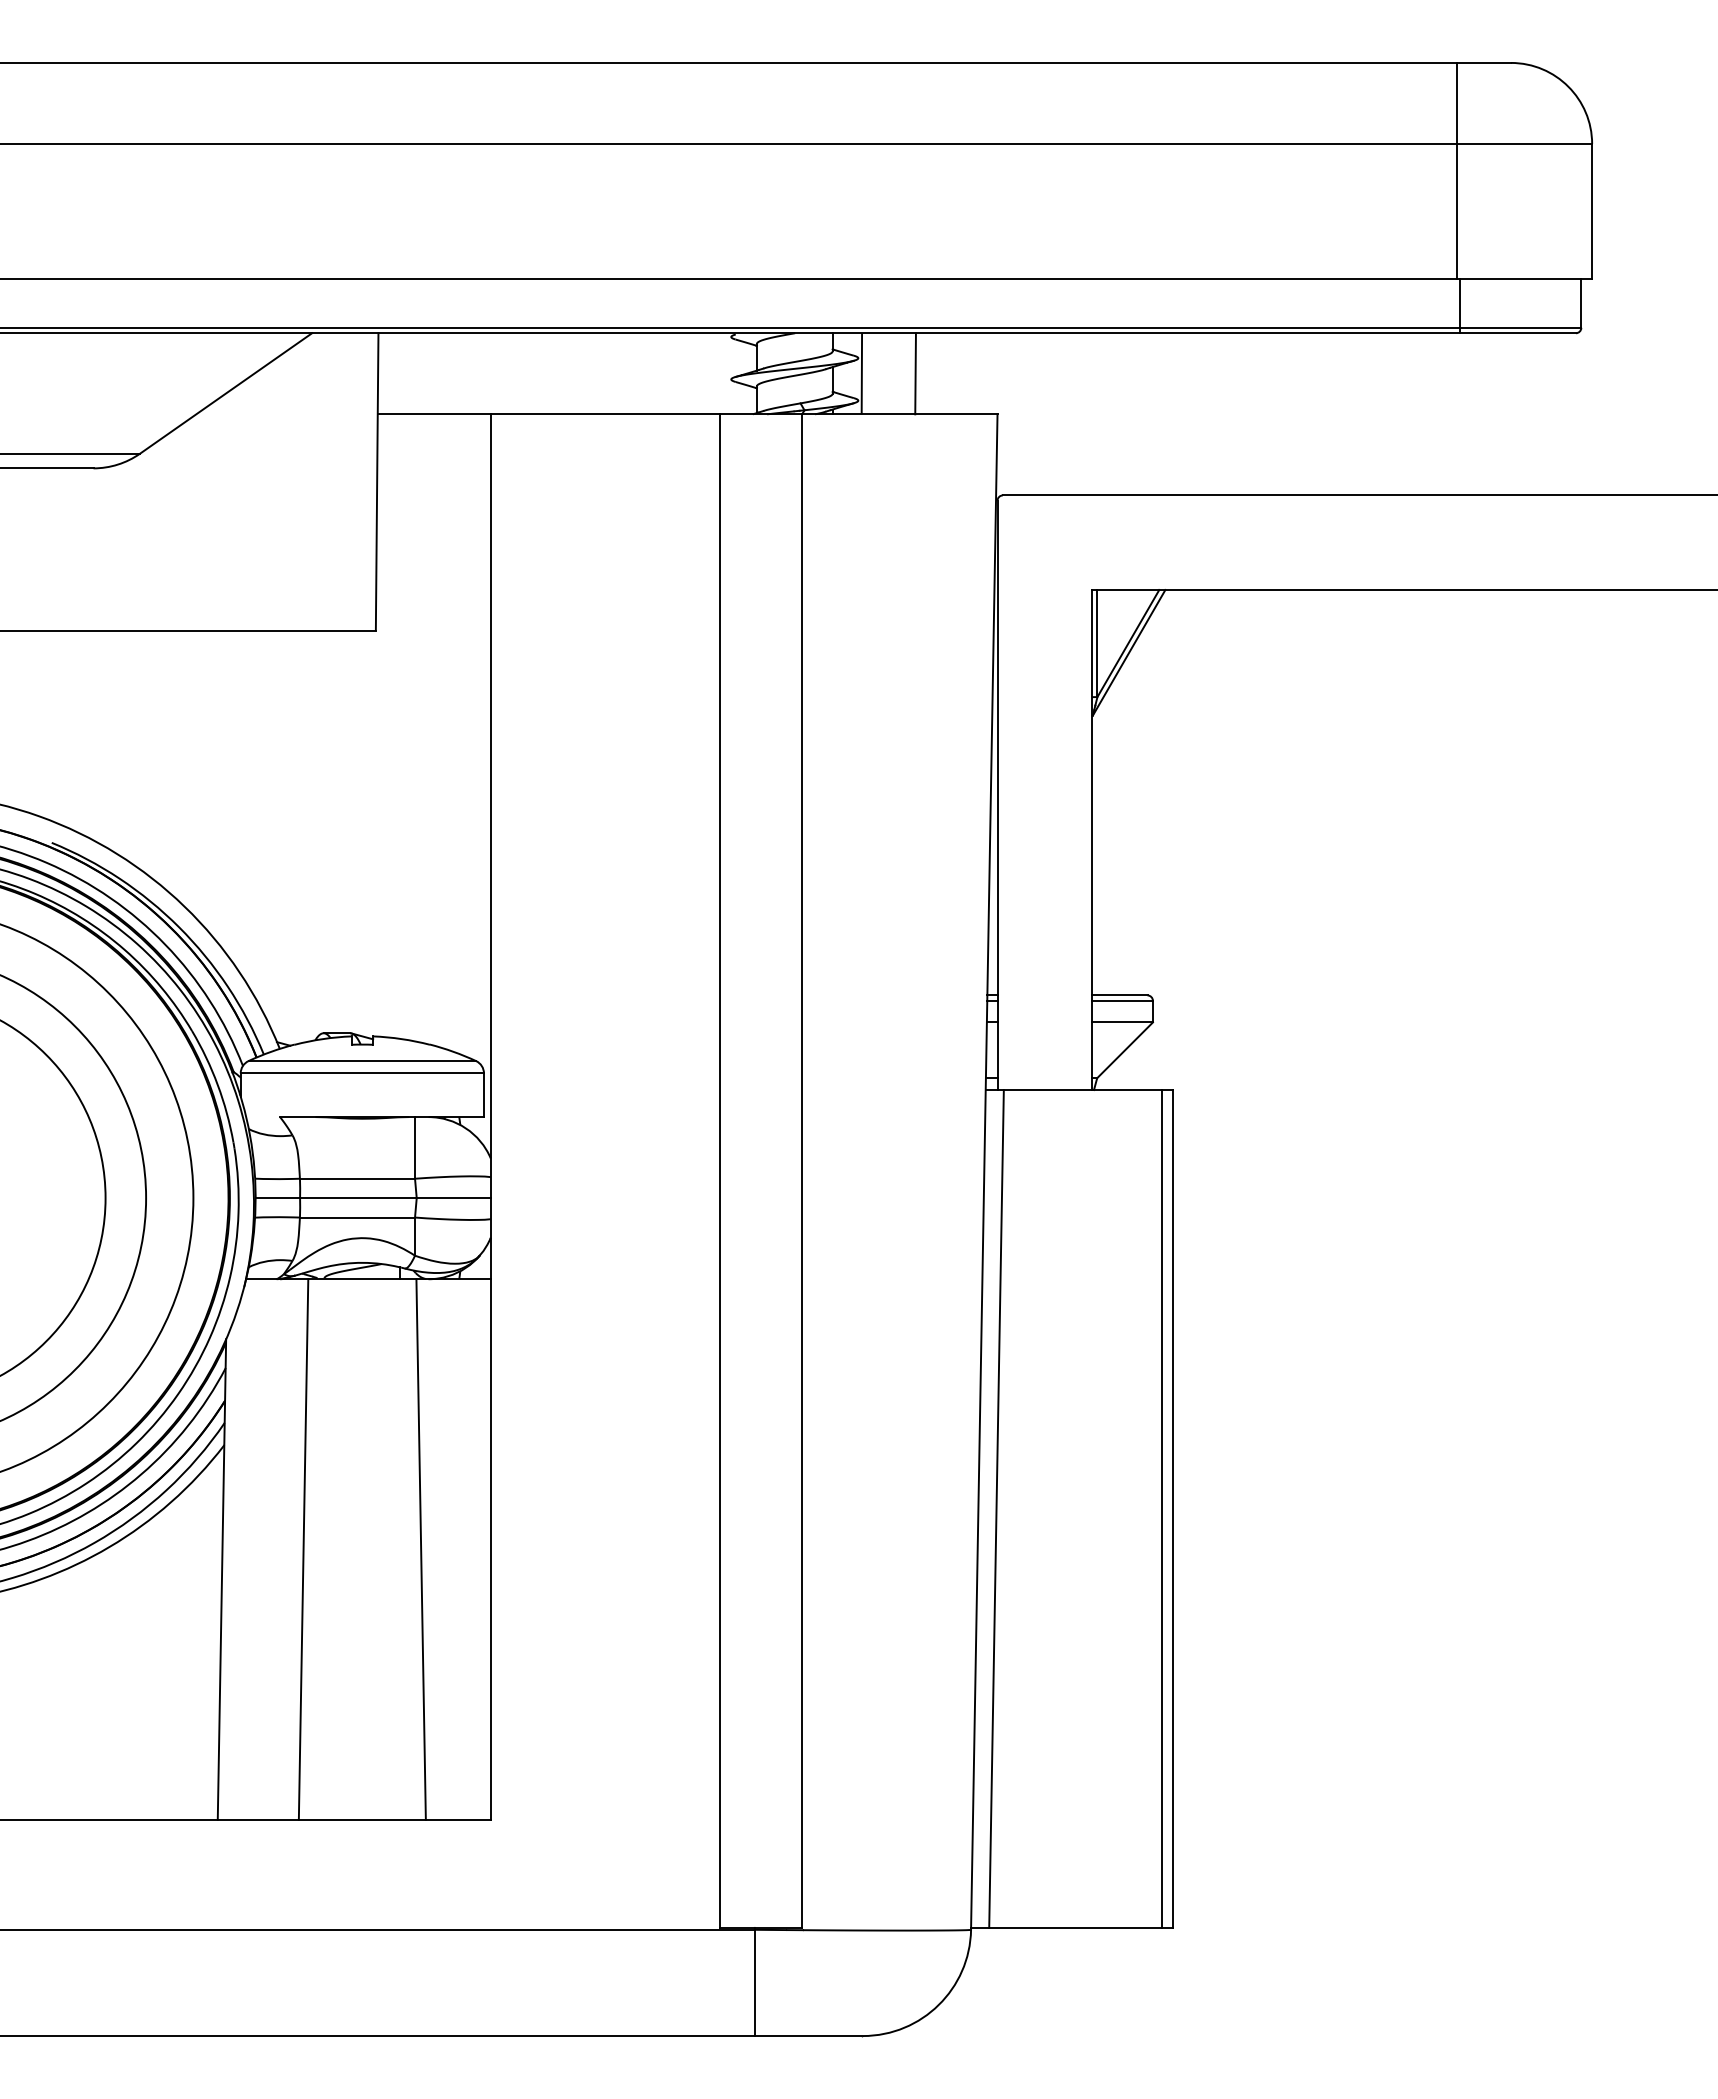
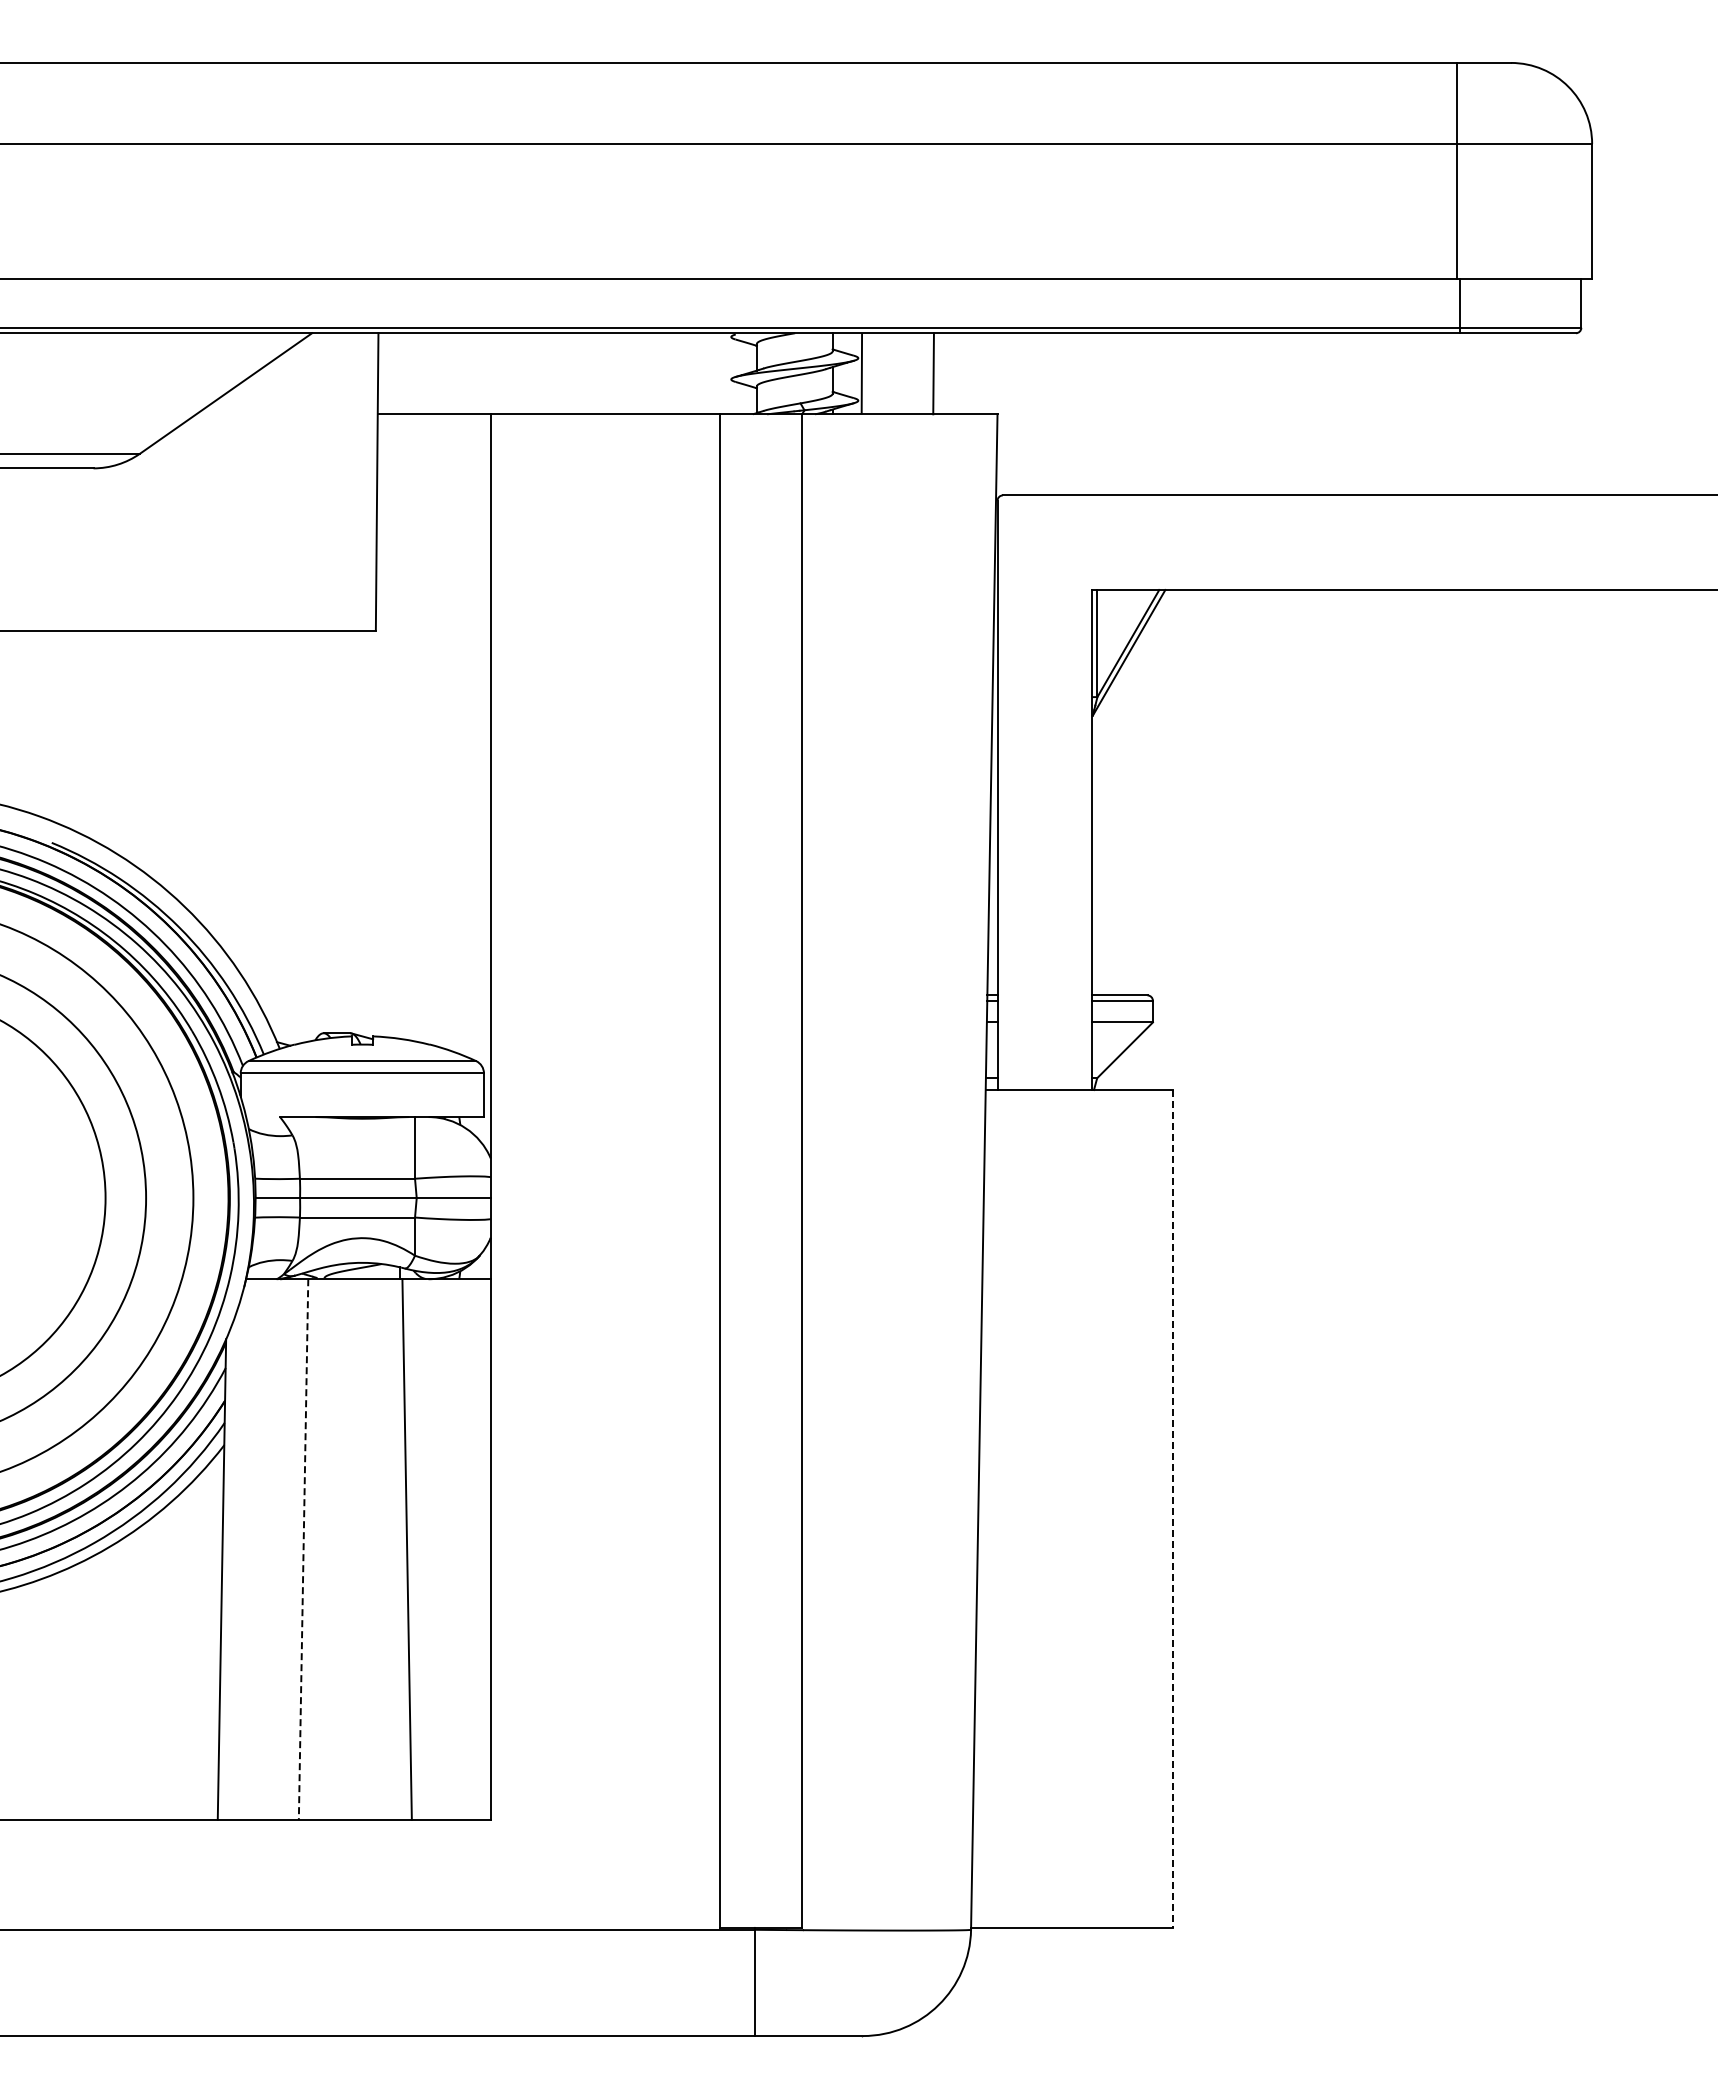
line at (915, 373) position: (915, 373) -> (933, 373)
line at (996, 1508): present -> none
line at (1162, 1508): present -> none
line at (1173, 1508): solid -> dashed
line at (420, 1549) position: (420, 1549) -> (406, 1549)
line at (303, 1550): solid -> dashed
